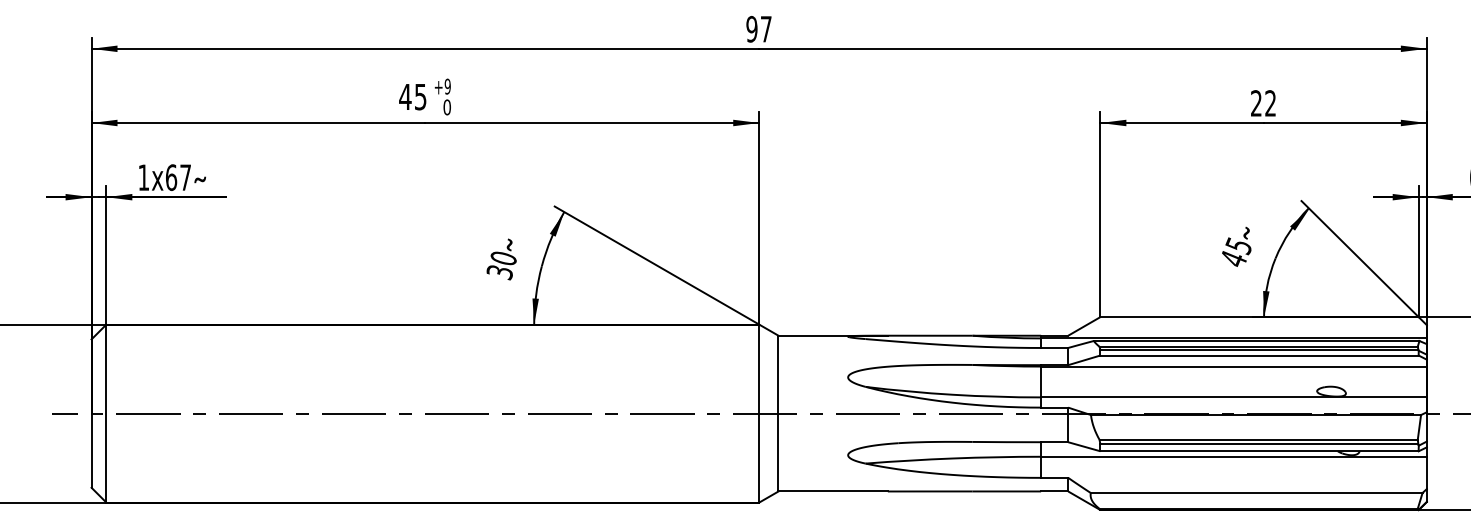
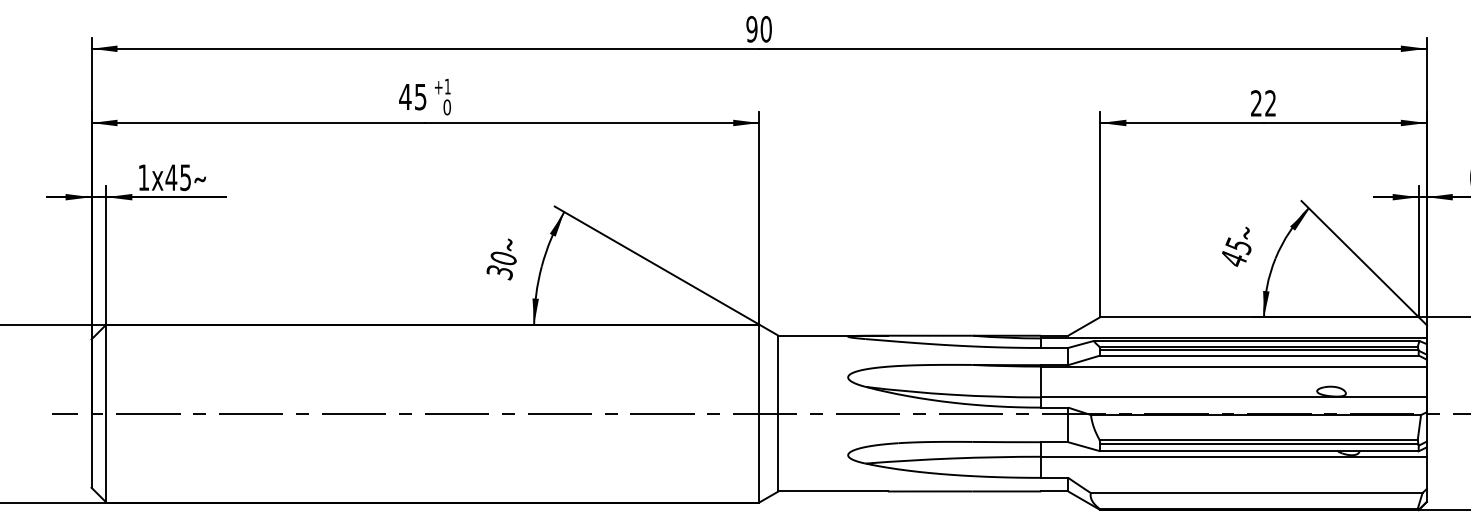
text at (765, 28): 97 -> 90
text at (447, 86): +9 -> +1
text at (177, 177): 1x67 -> 1x45
